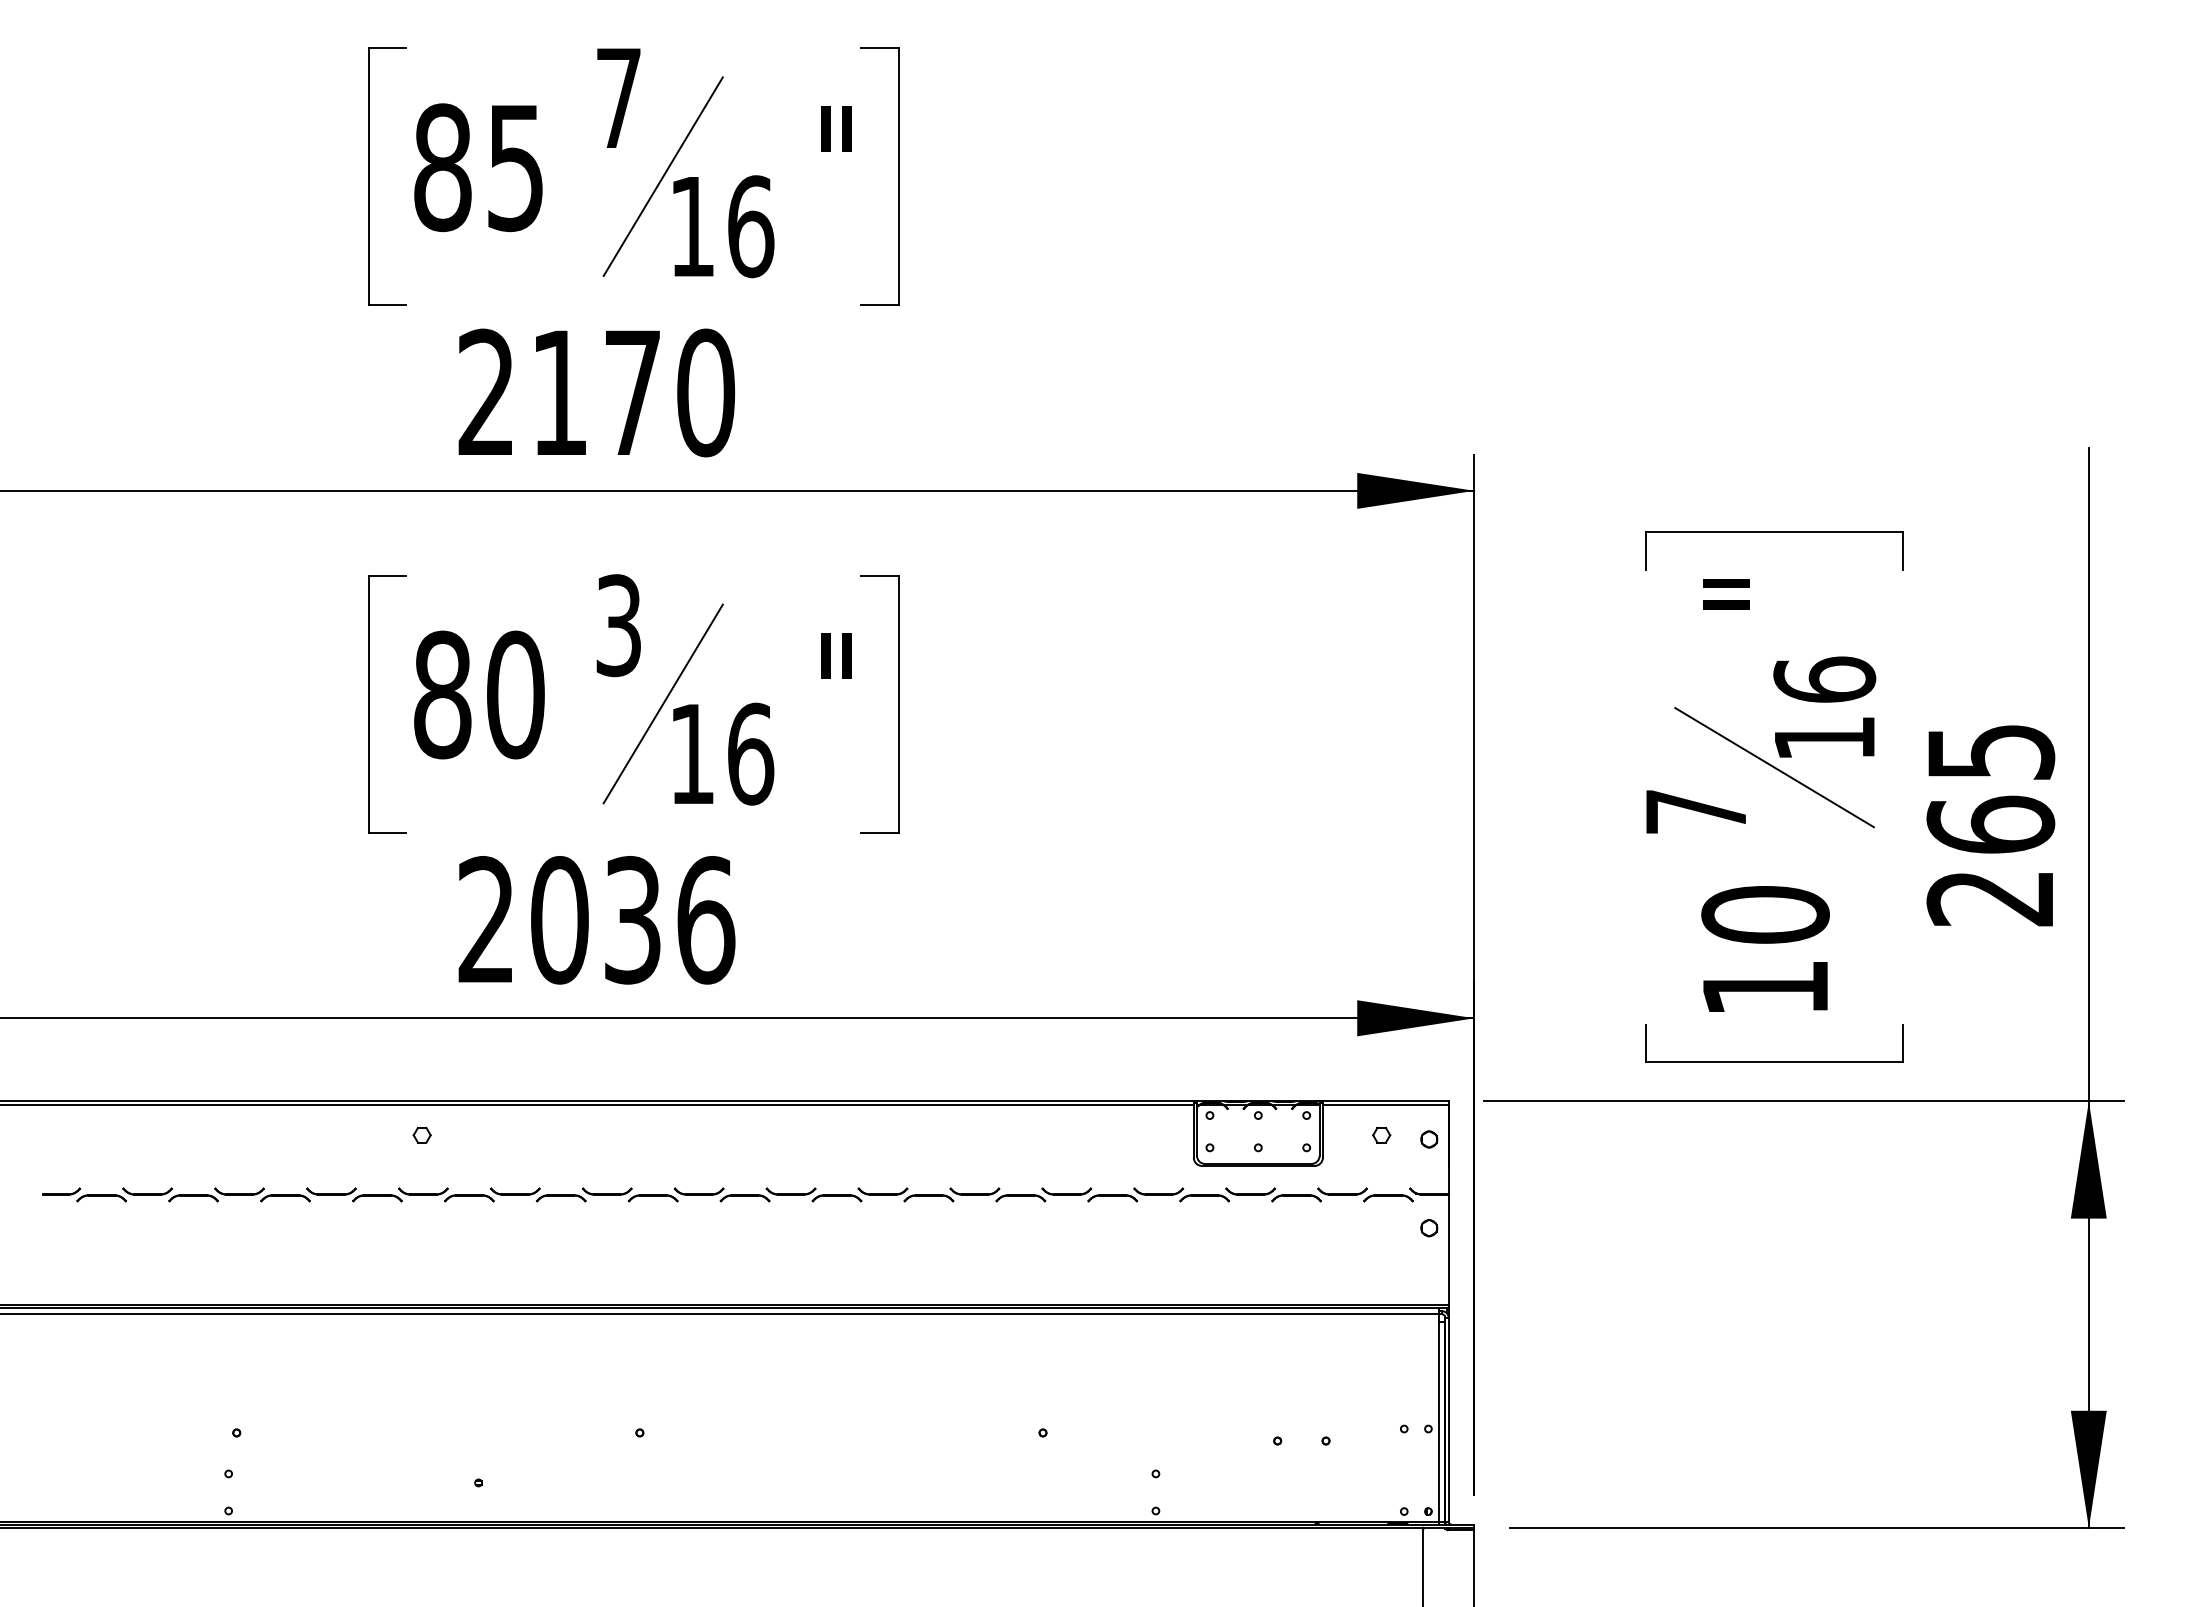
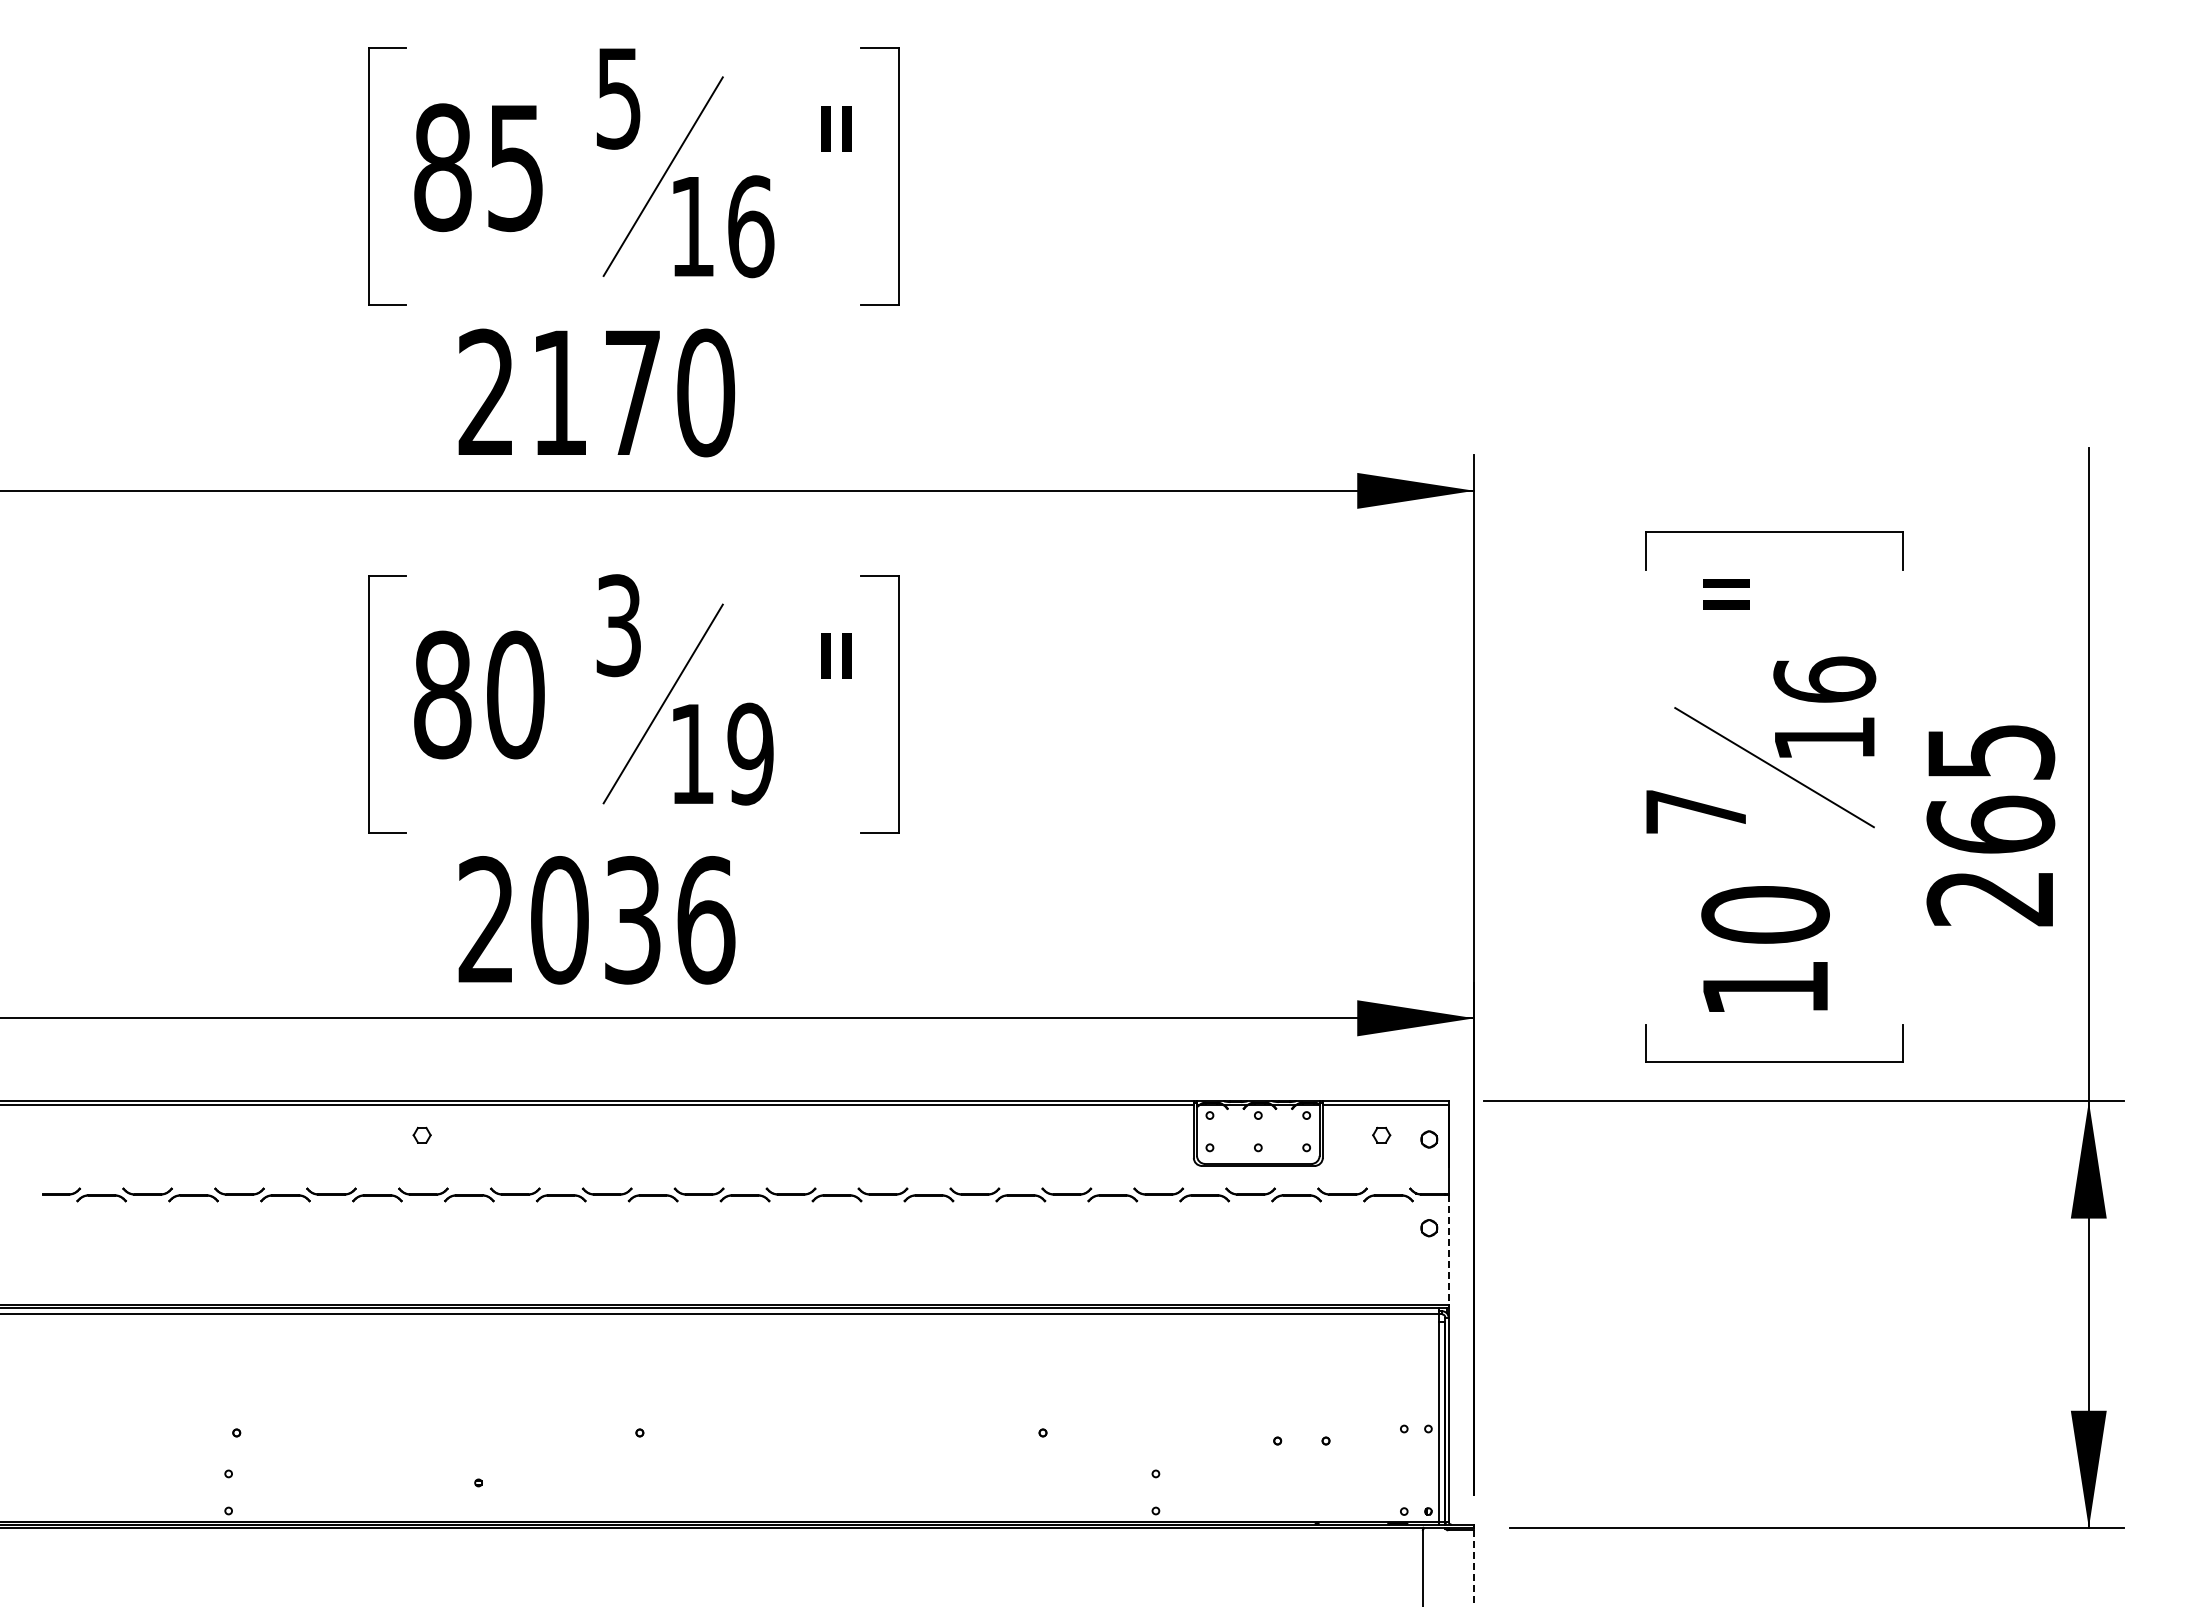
text at (618, 98): 7 -> 5
text at (750, 753): 16 -> 19
line at (1448, 1250): solid -> dashed
line at (1474, 1568): solid -> dashed
